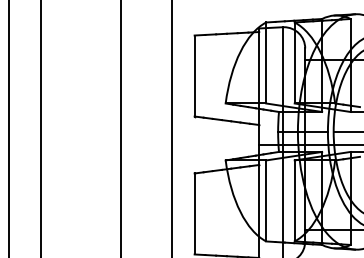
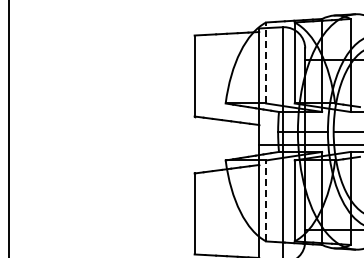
line at (266, 62): solid -> dashed
line at (41, 128): present -> none
line at (121, 128): present -> none
line at (171, 128): present -> none
line at (266, 200): solid -> dashed
